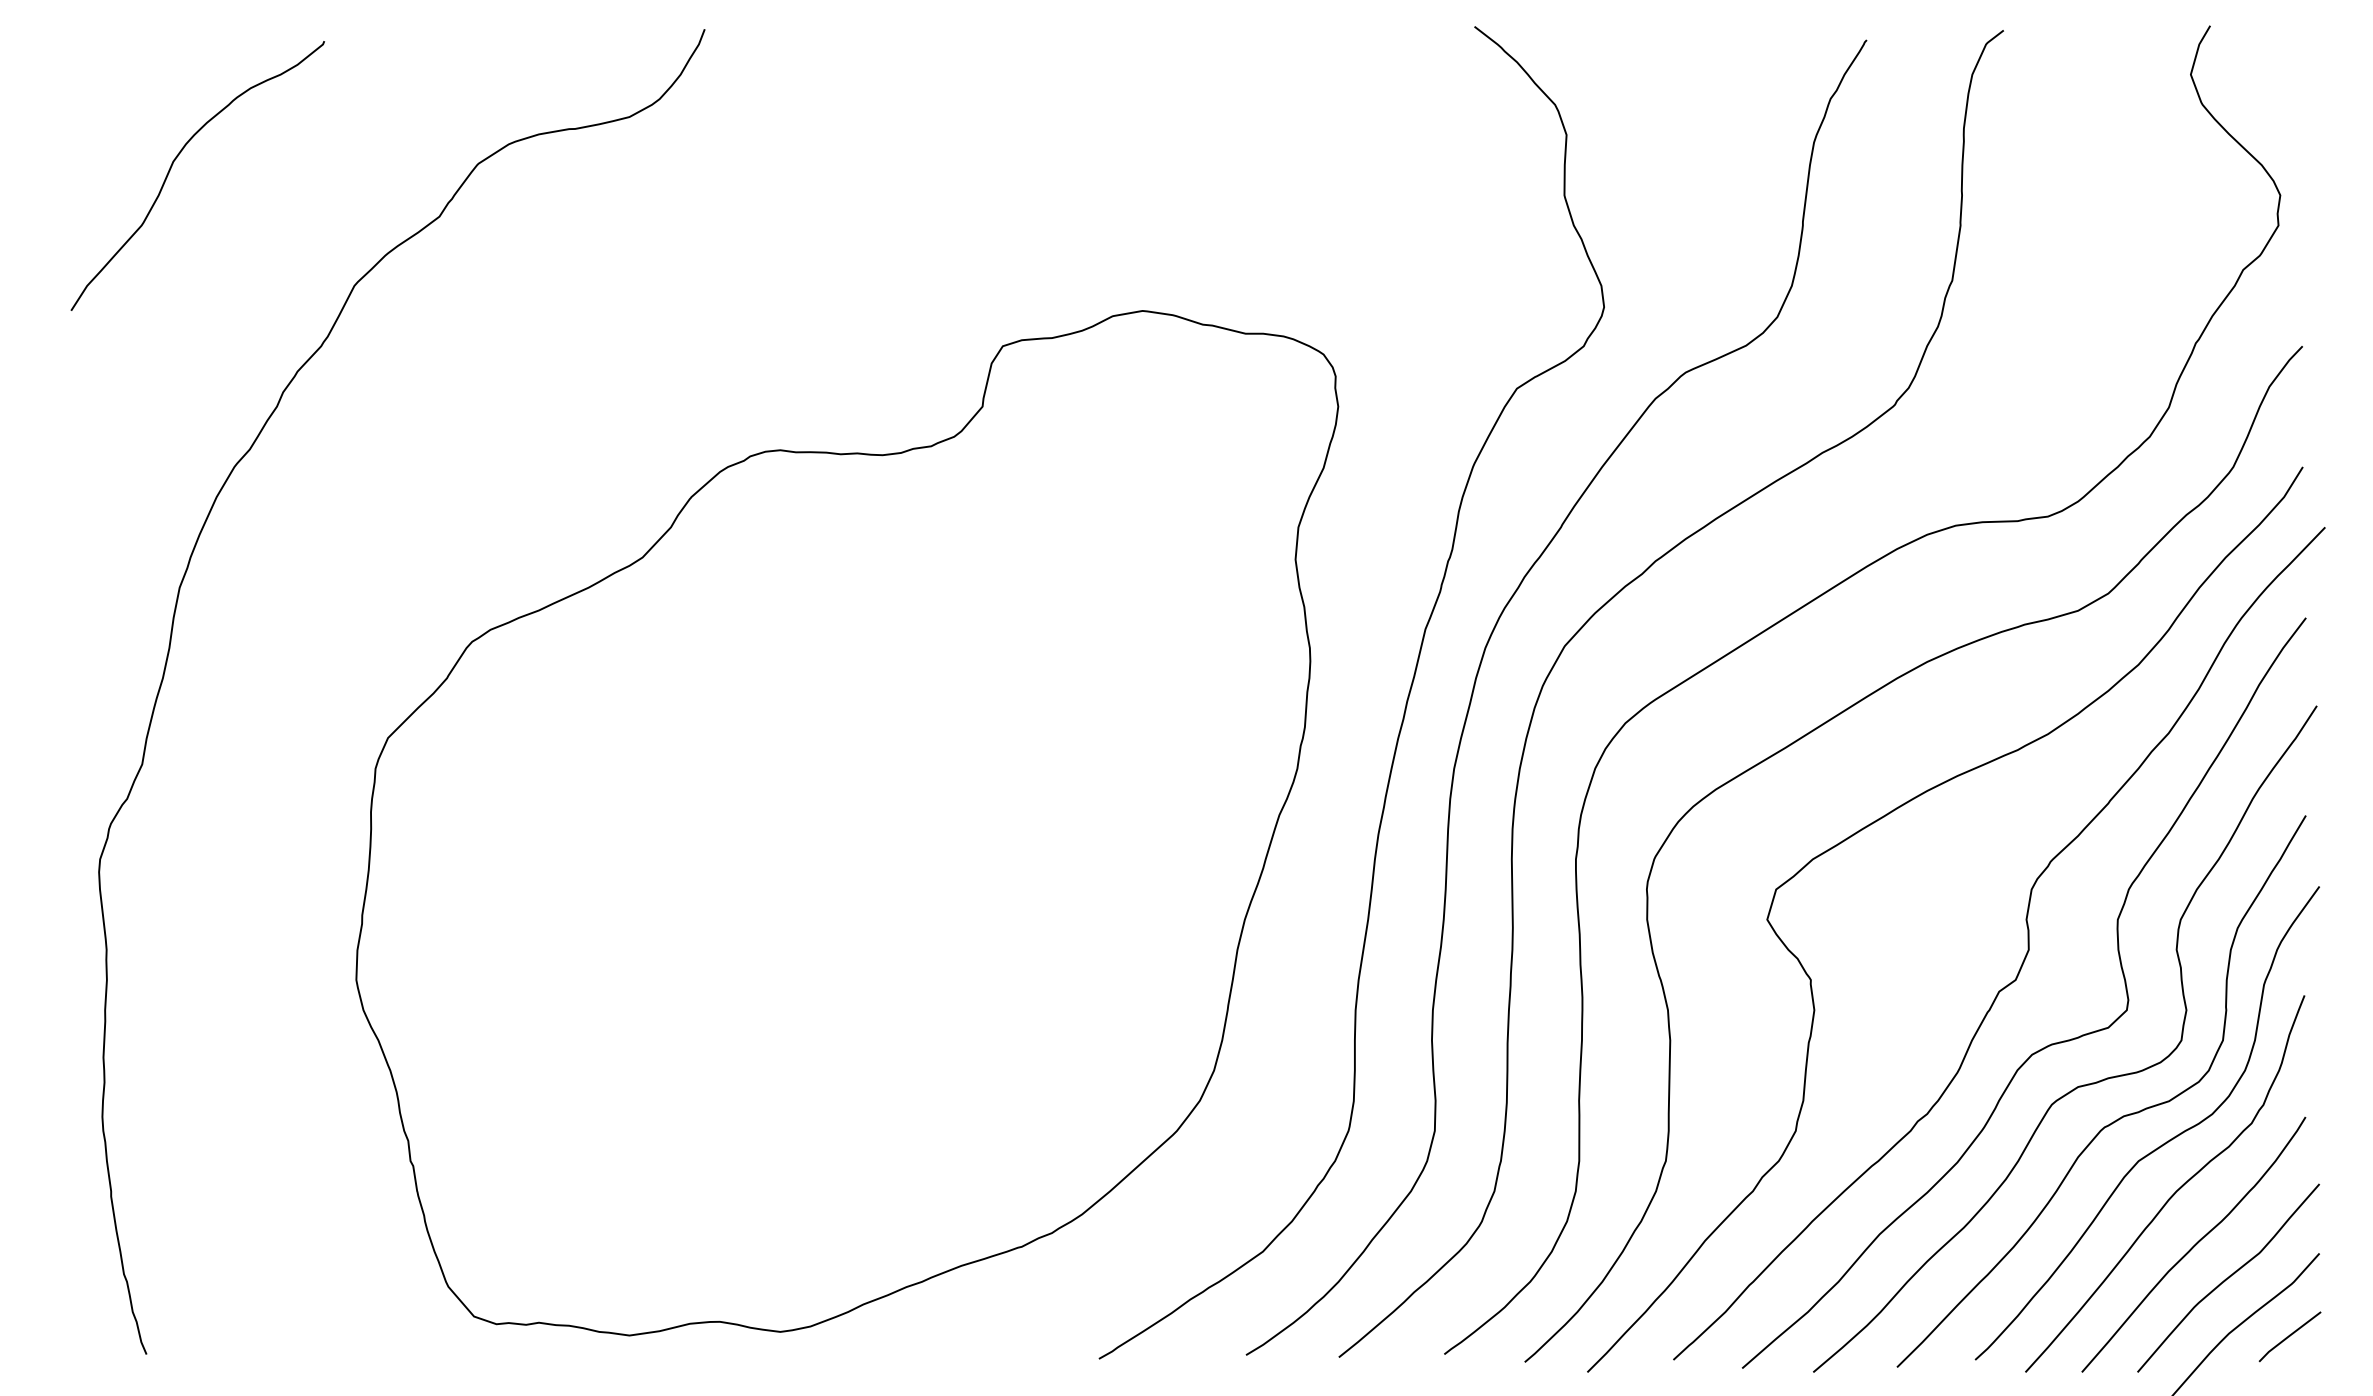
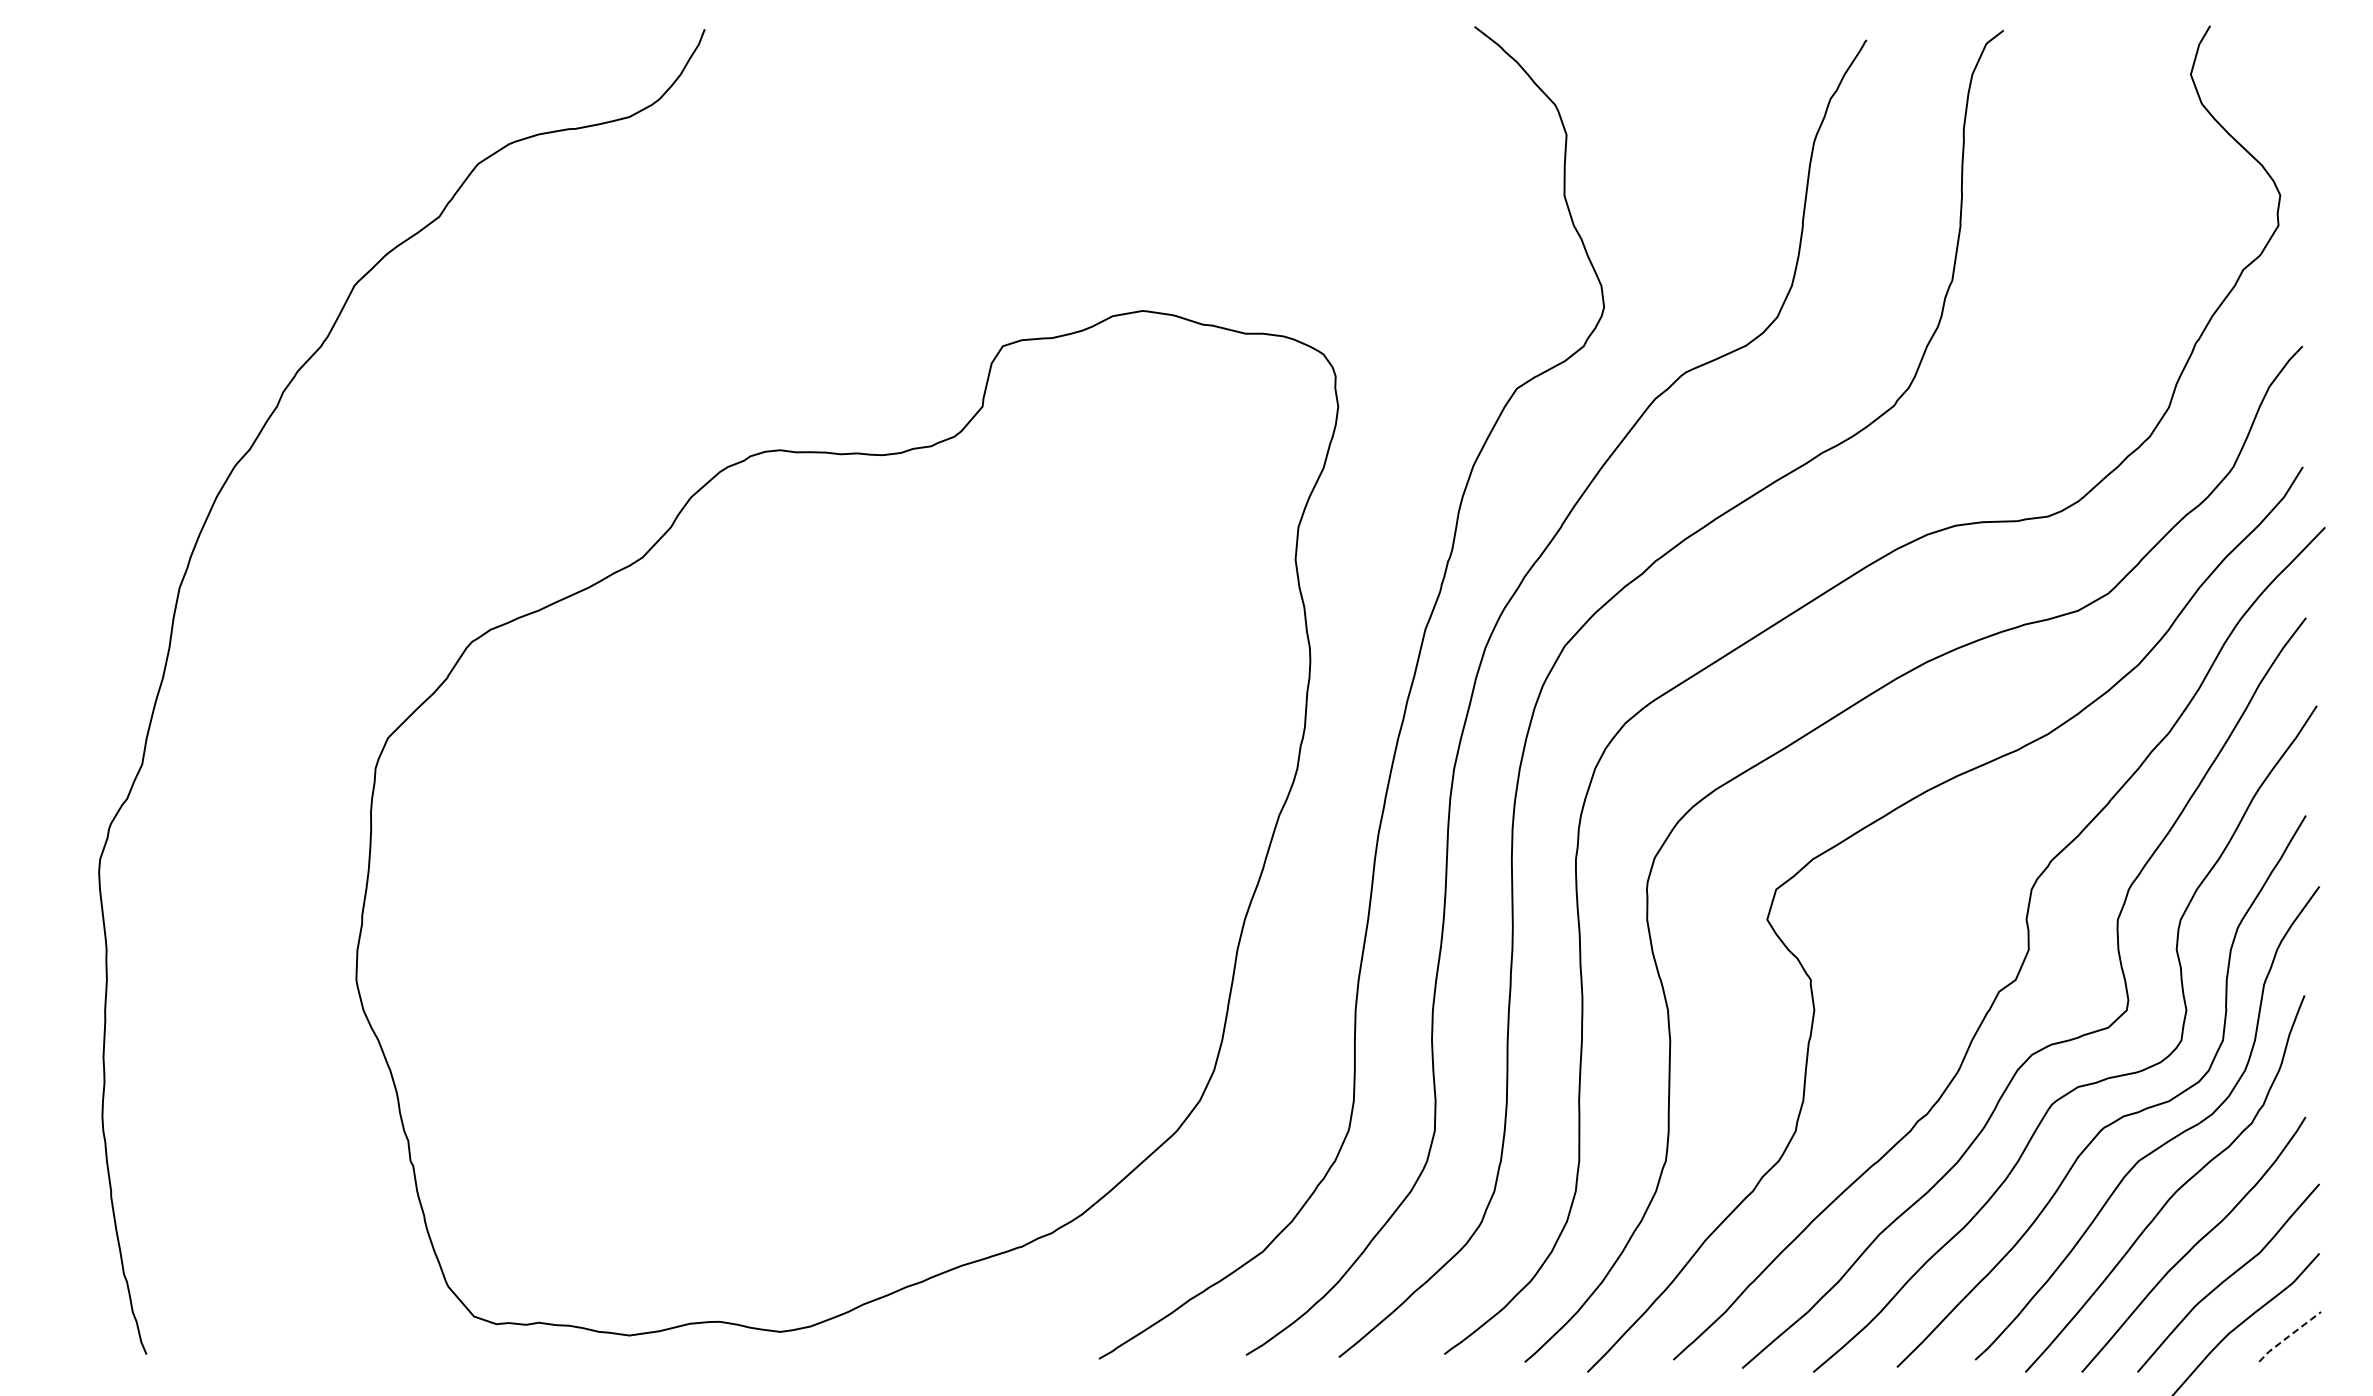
curve at (176, 159): present -> none
line at (2289, 1336): solid -> dashed
